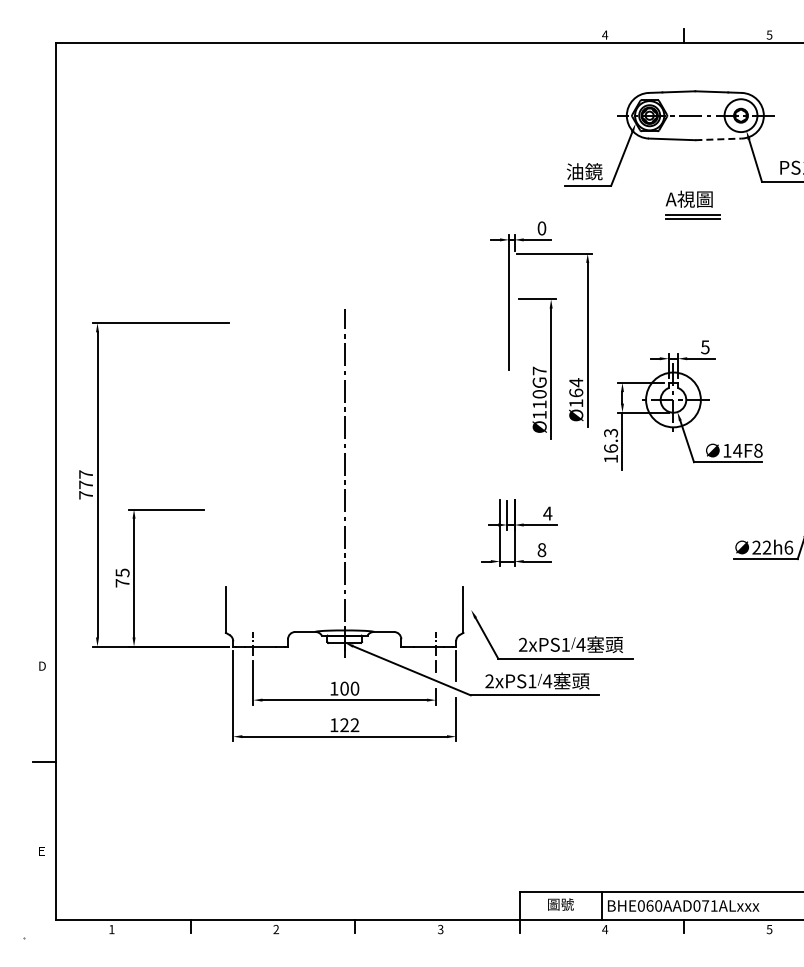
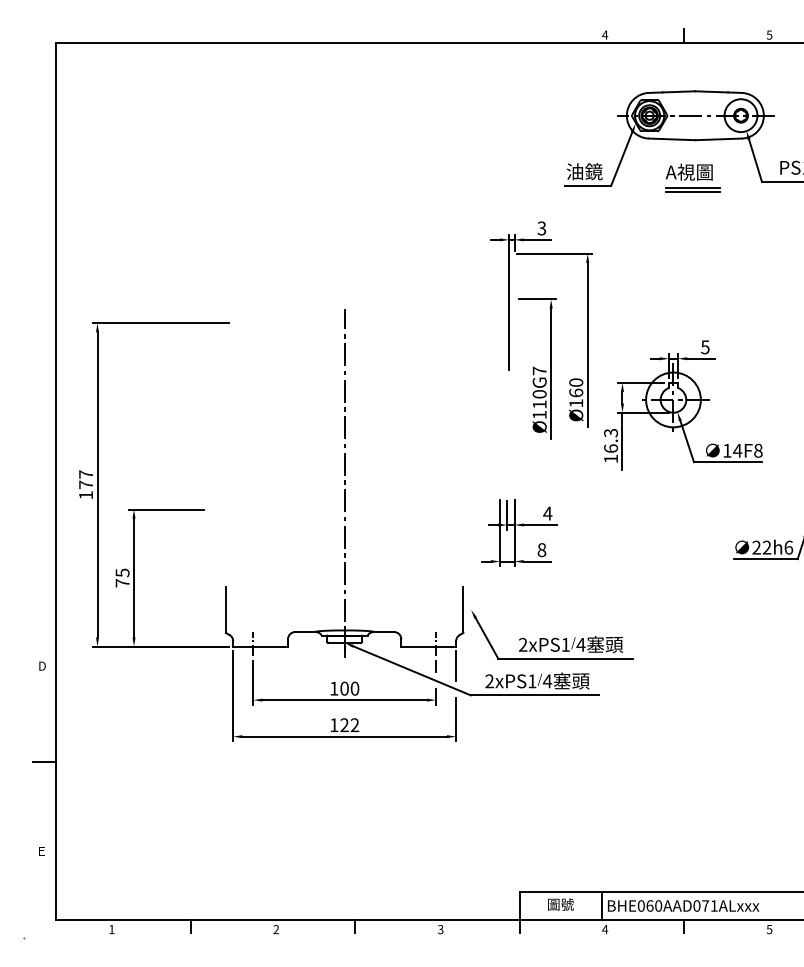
line at (719, 139): dashed -> solid
part at (692, 204) position: (692, 204) -> (692, 177)
text at (541, 228): 0 -> 3
text at (576, 382): Ø164 -> Ø160
text at (85, 495): 777 -> 177
